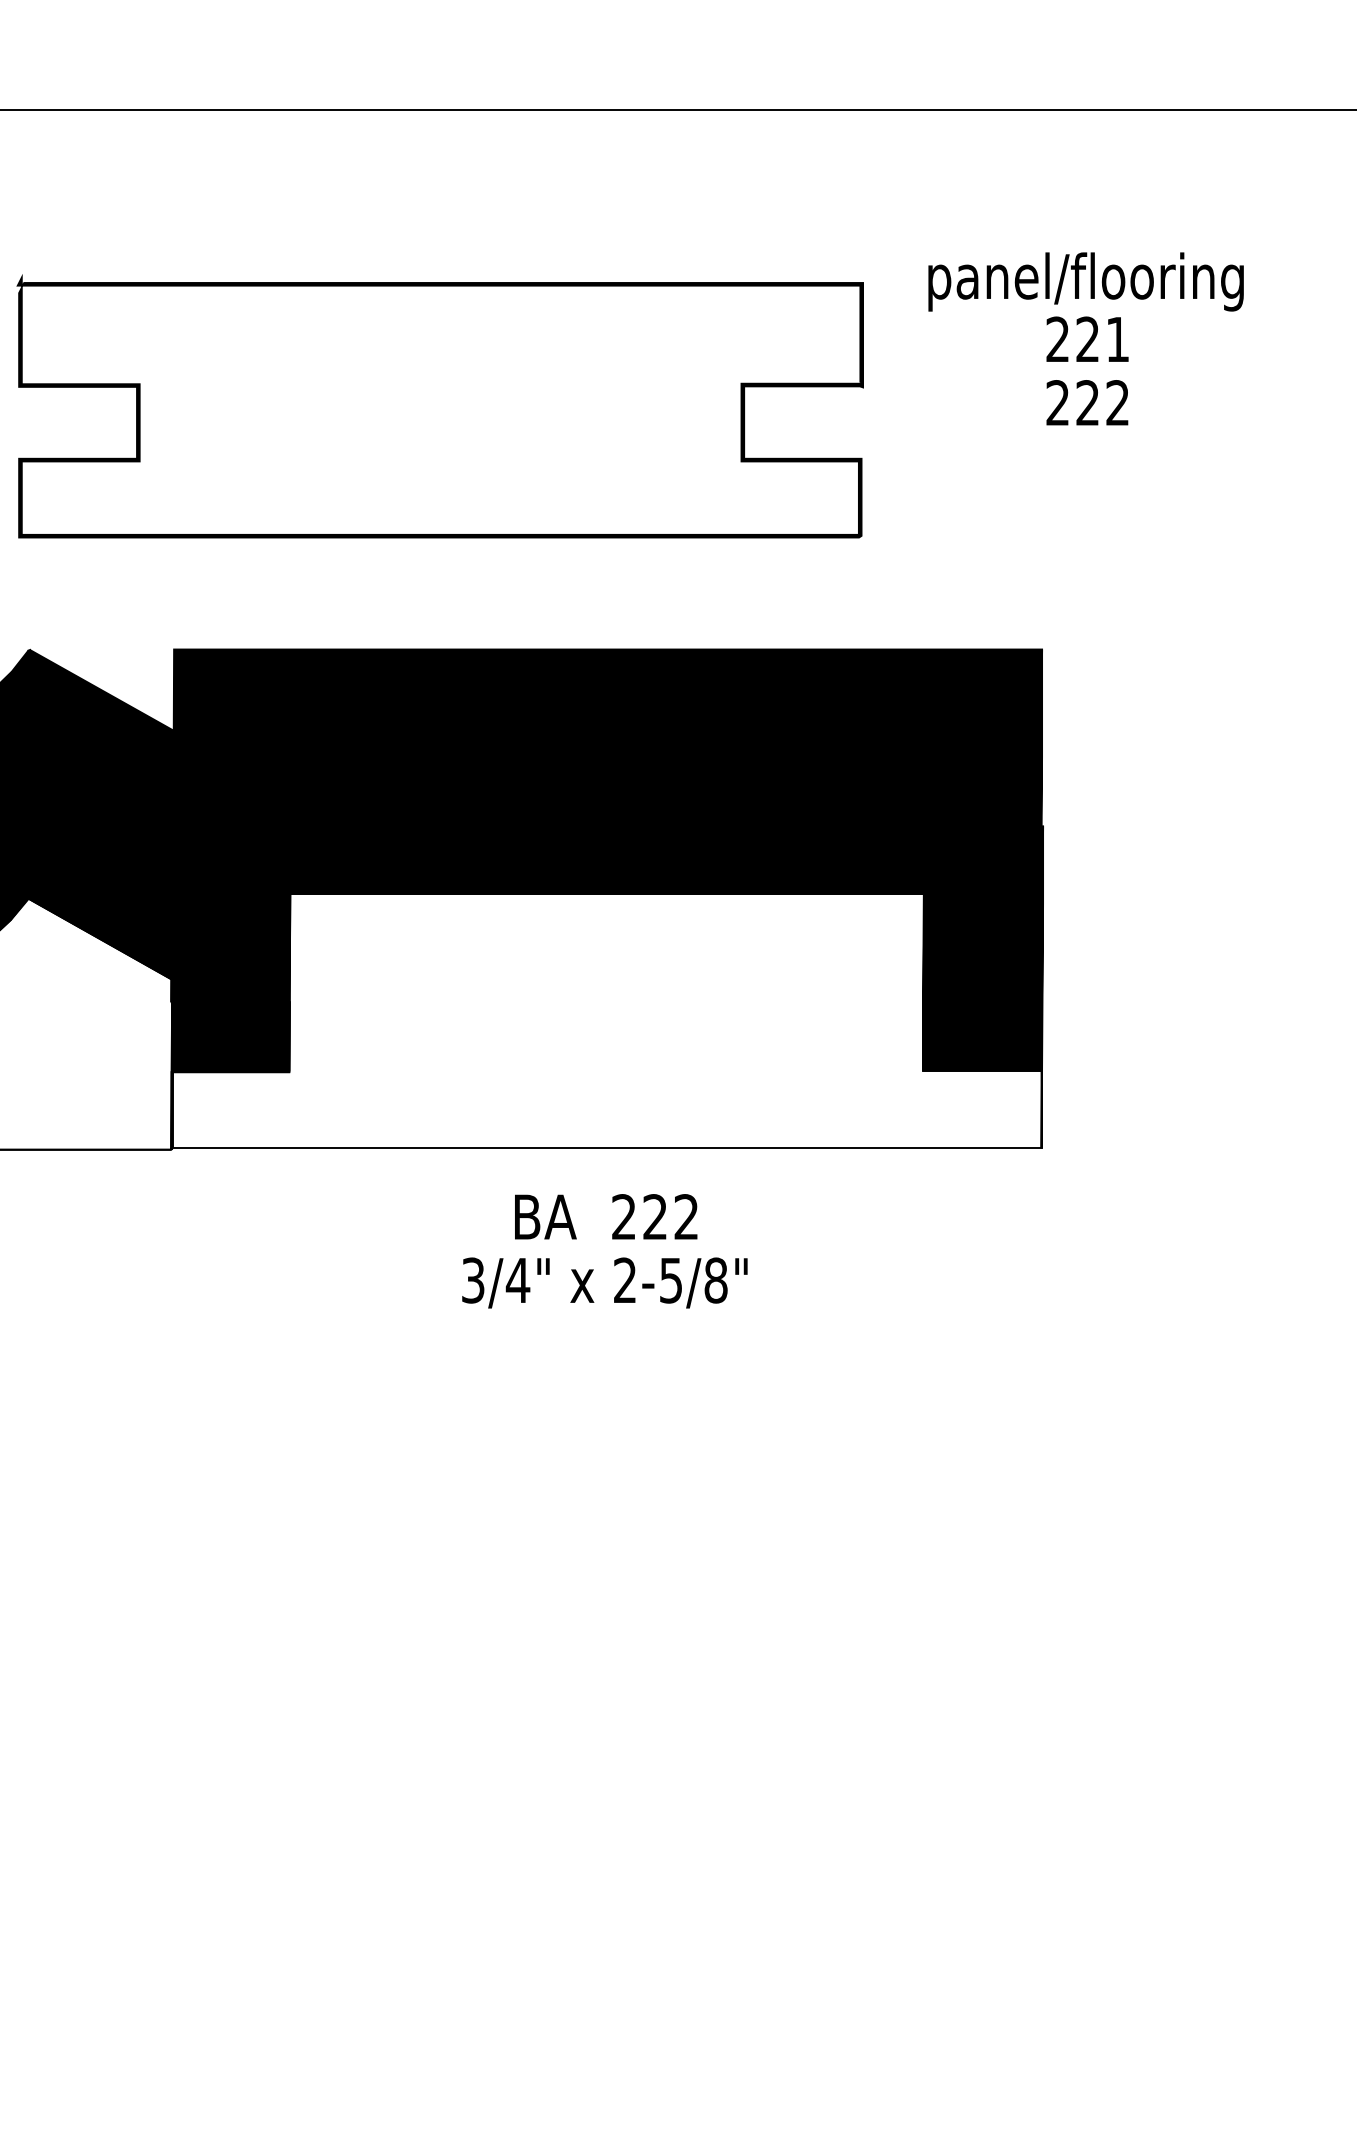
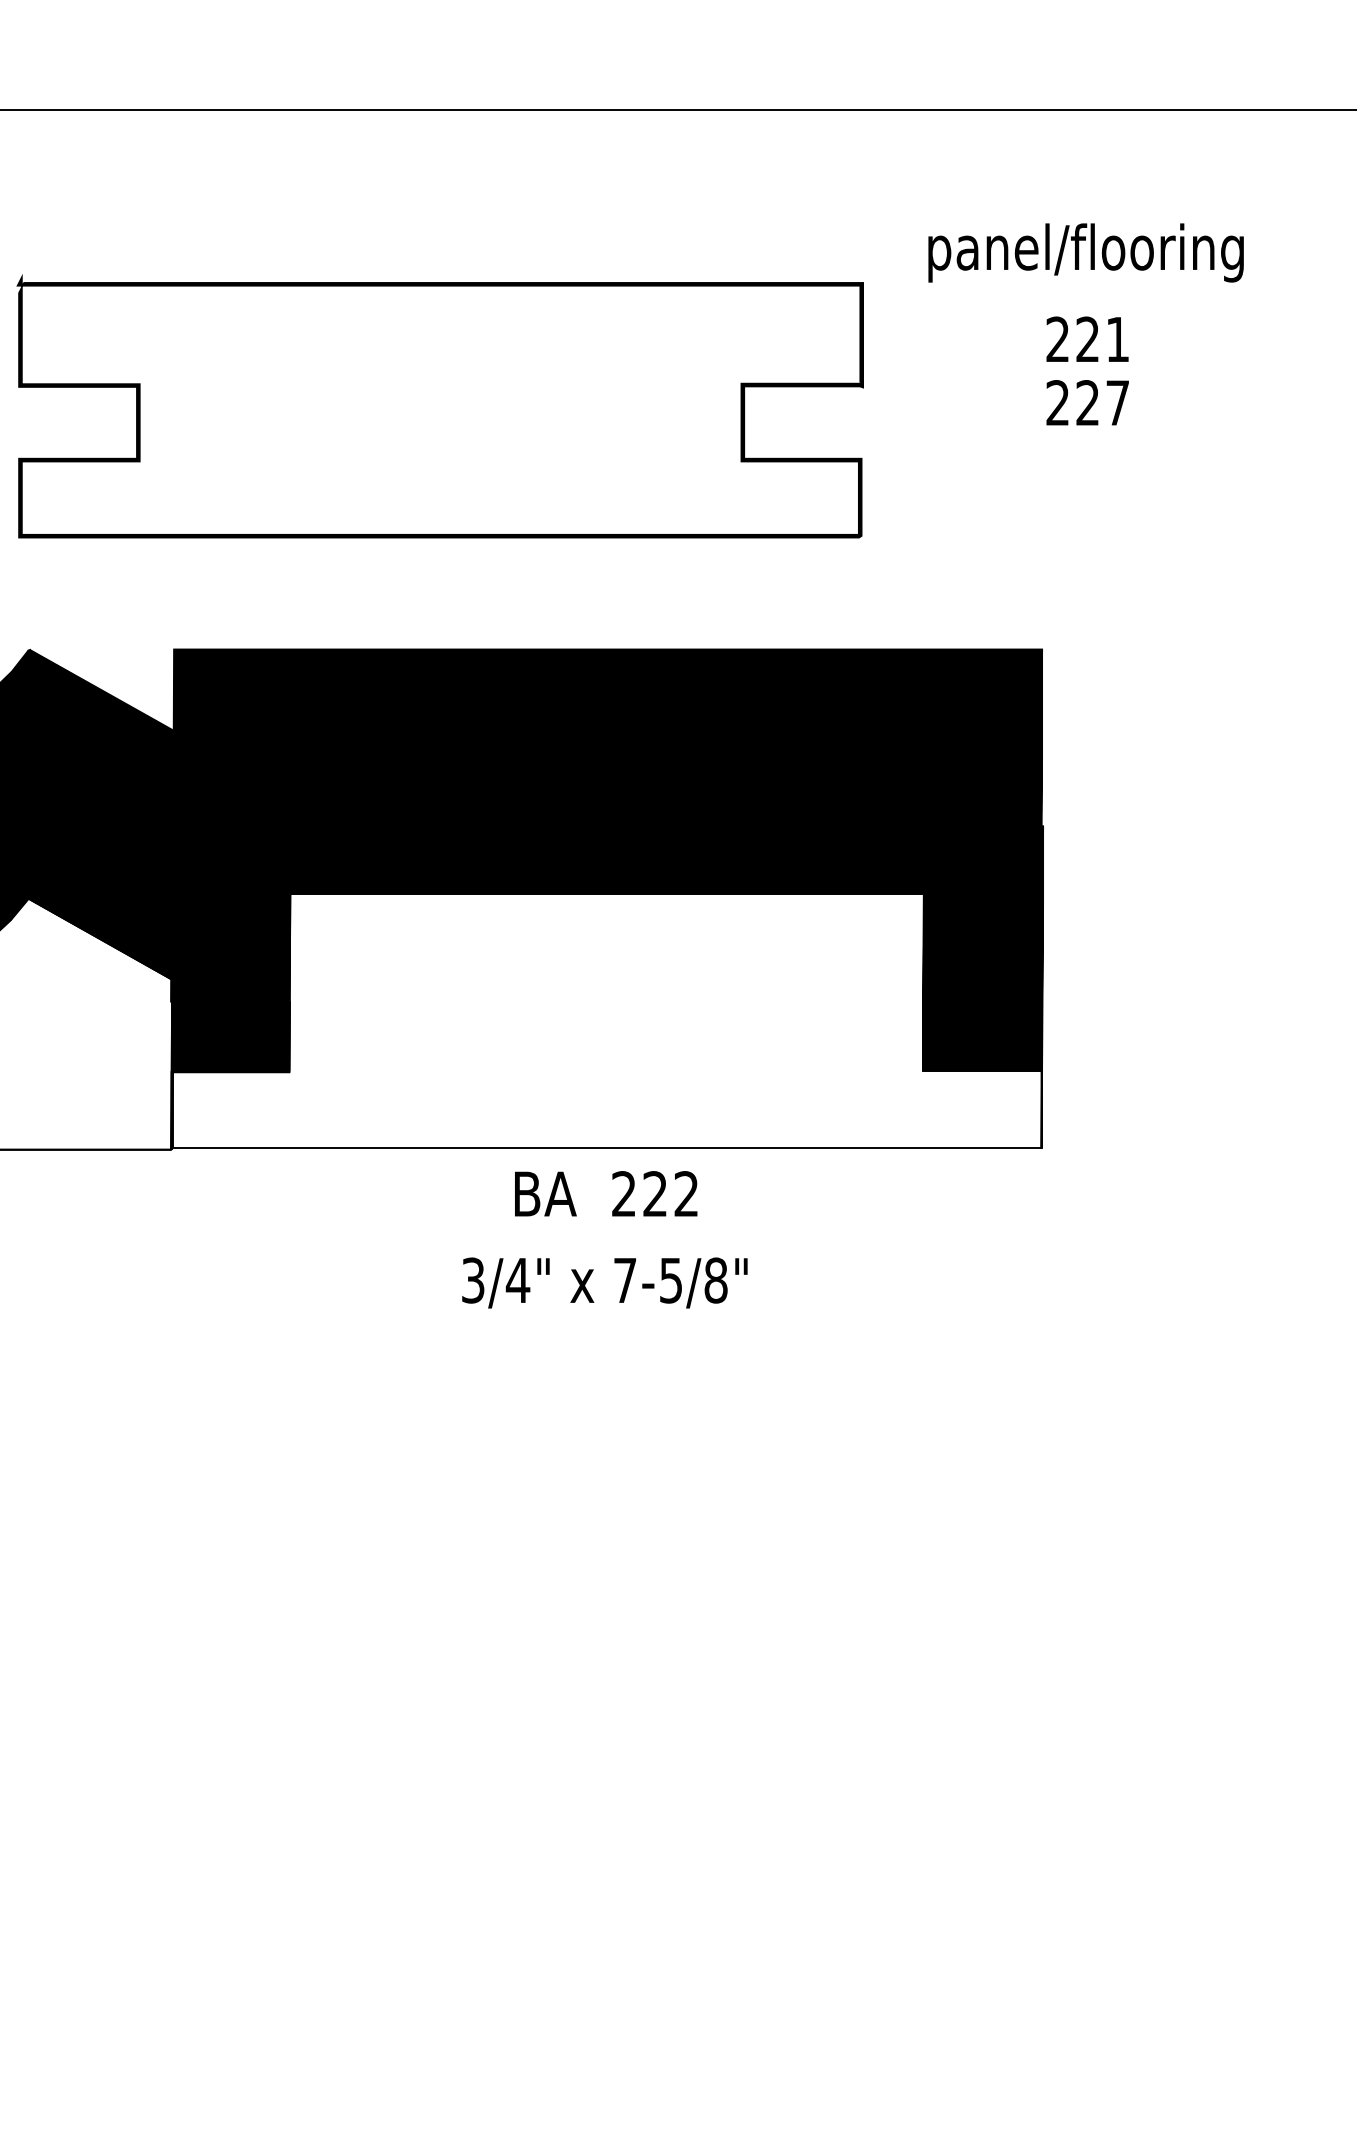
text at (1085, 281) position: (1085, 281) -> (1085, 252)
text at (1117, 402): 222 -> 227
text at (606, 1216) position: (606, 1216) -> (606, 1193)
text at (624, 1279): 2-5/8" -> 7-5/8"
